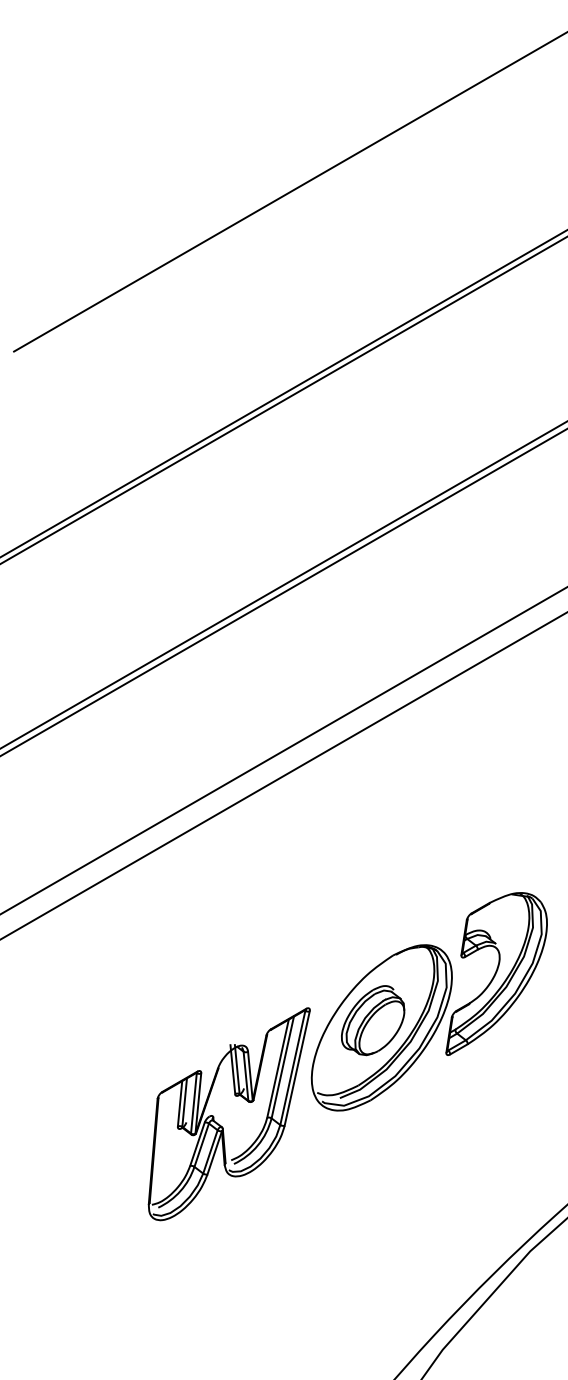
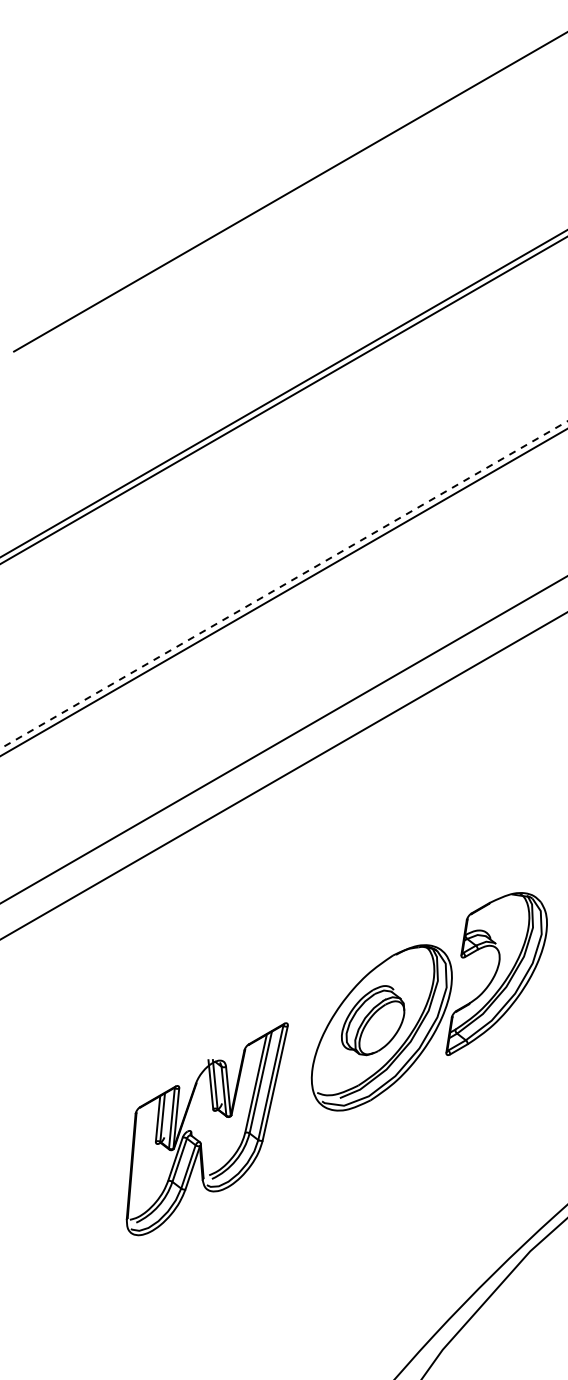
line at (283, 585): solid -> dashed
line at (283, 750) position: (283, 750) -> (283, 740)
part at (228, 1114) position: (228, 1114) -> (206, 1129)
